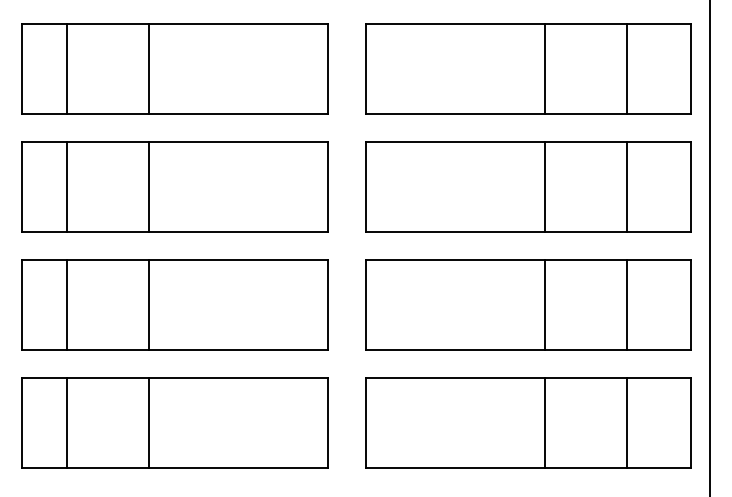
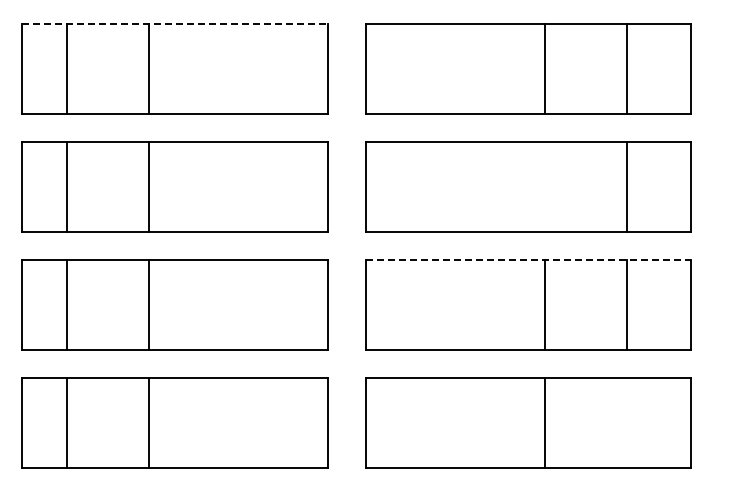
line at (174, 23): solid -> dashed
line at (544, 186): present -> none
line at (710, 247): present -> none
line at (528, 259): solid -> dashed
line at (626, 422): present -> none
